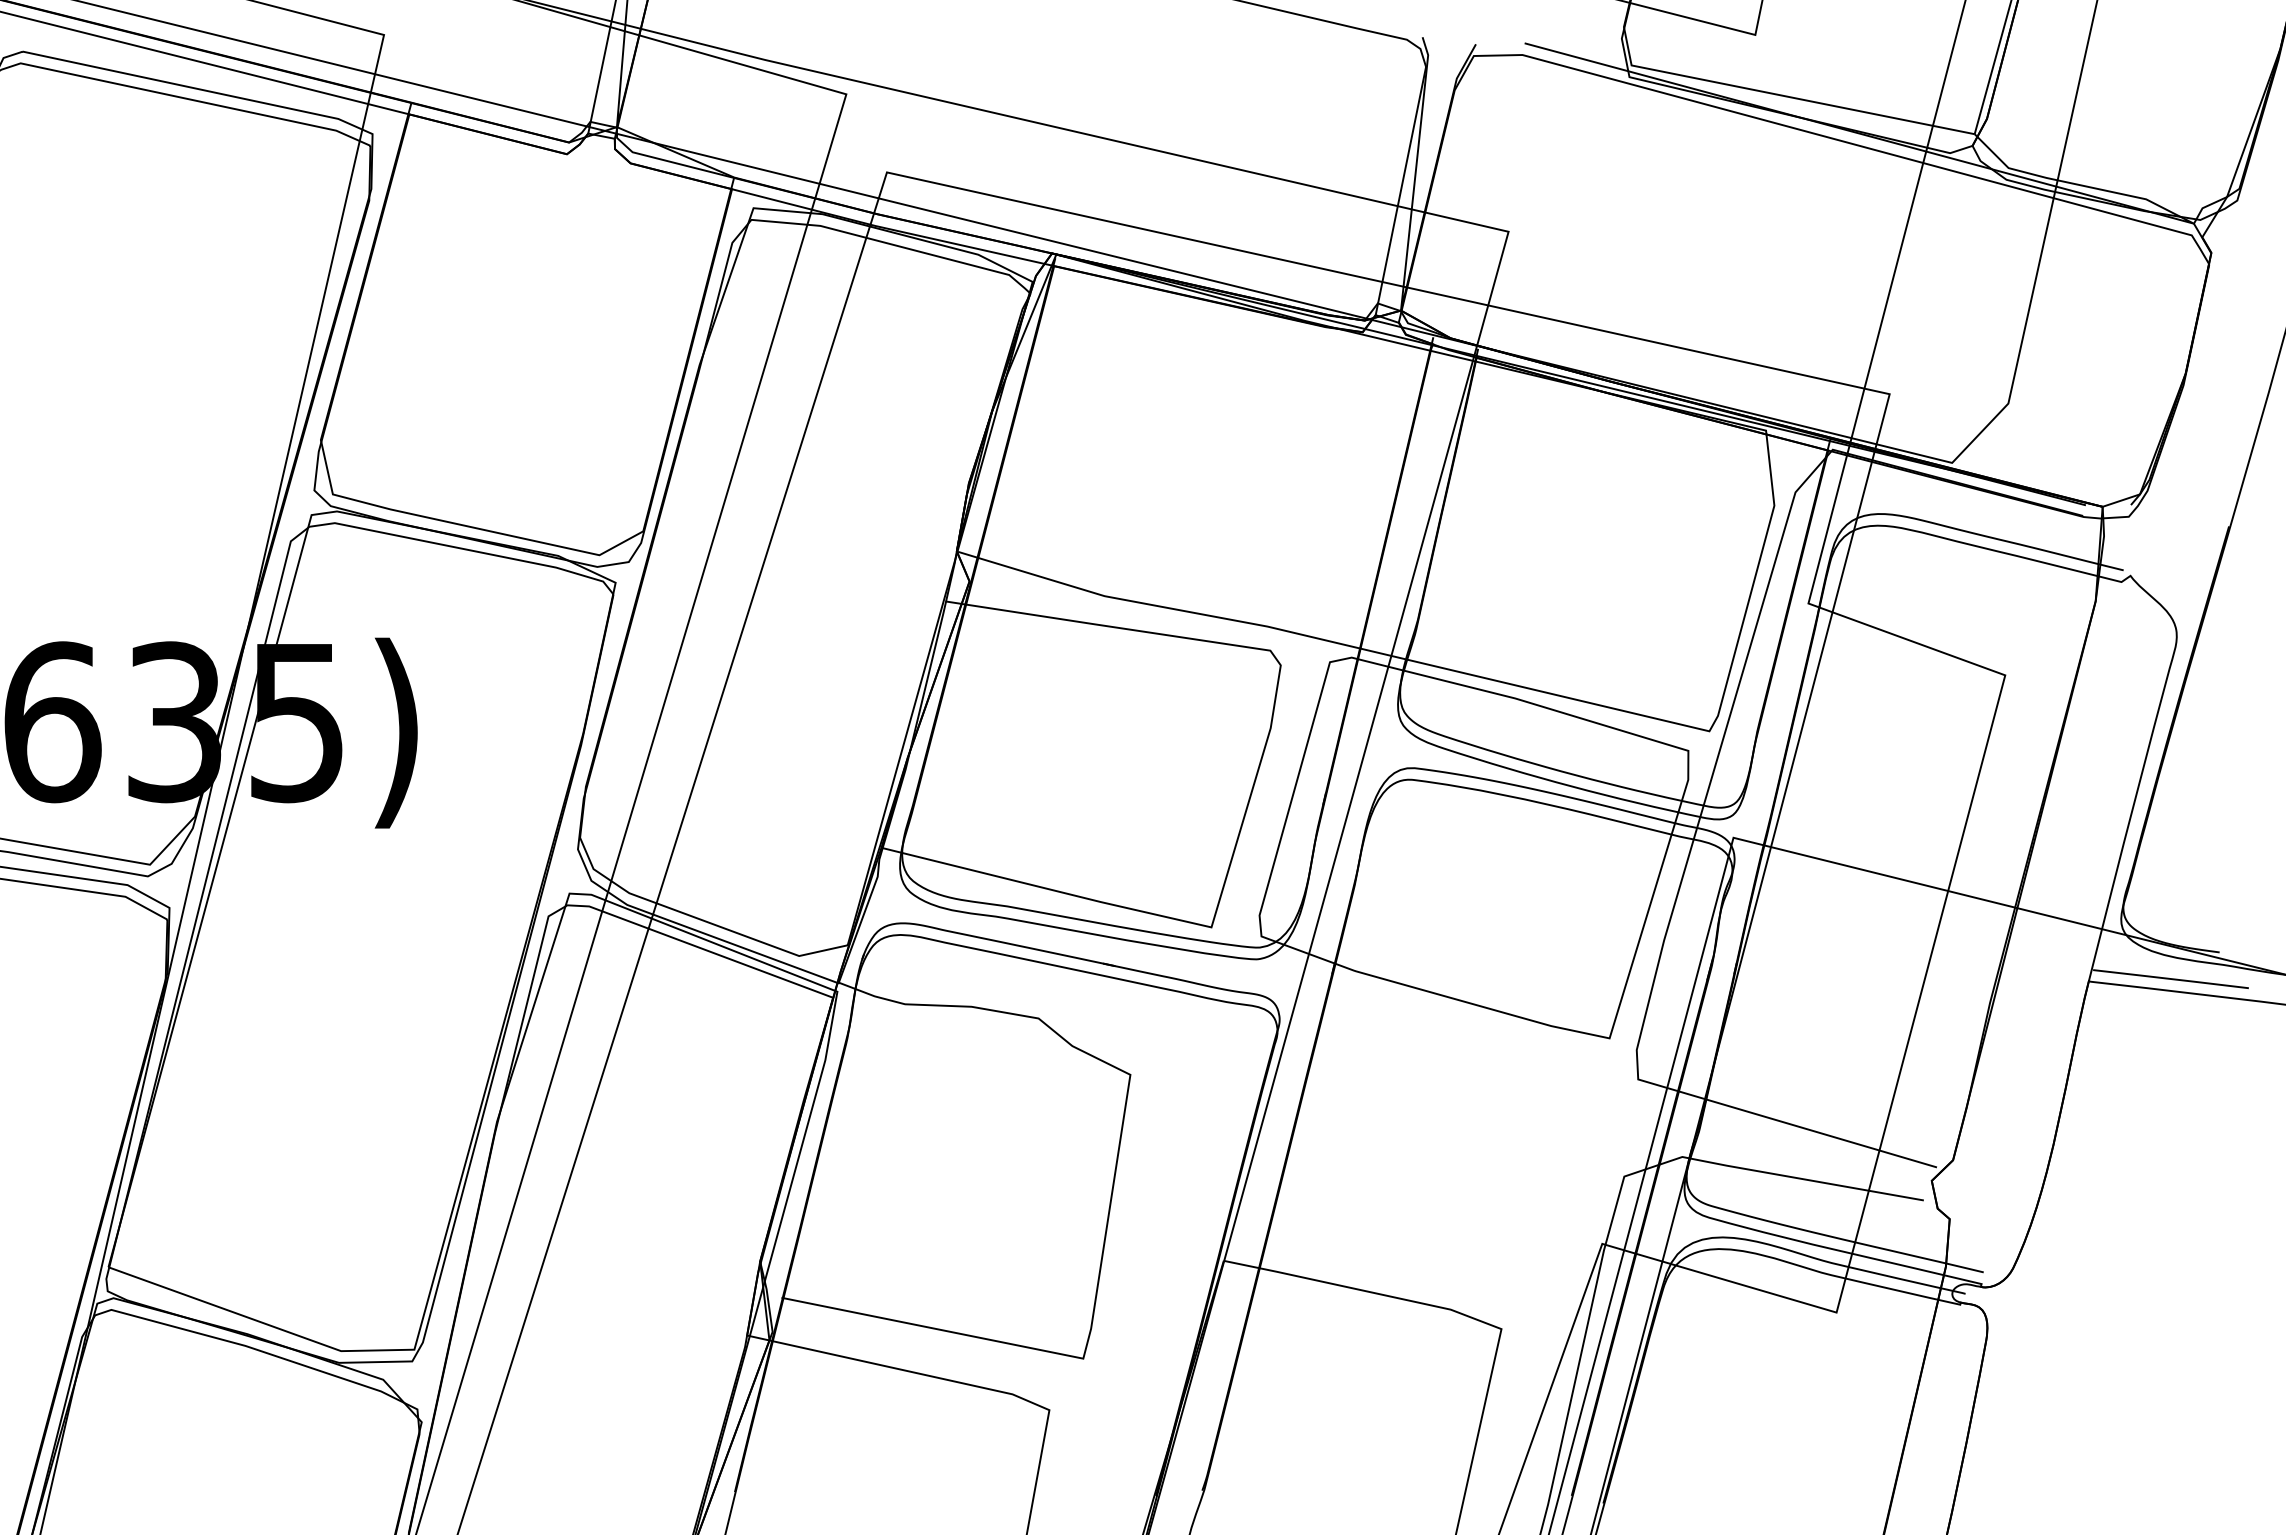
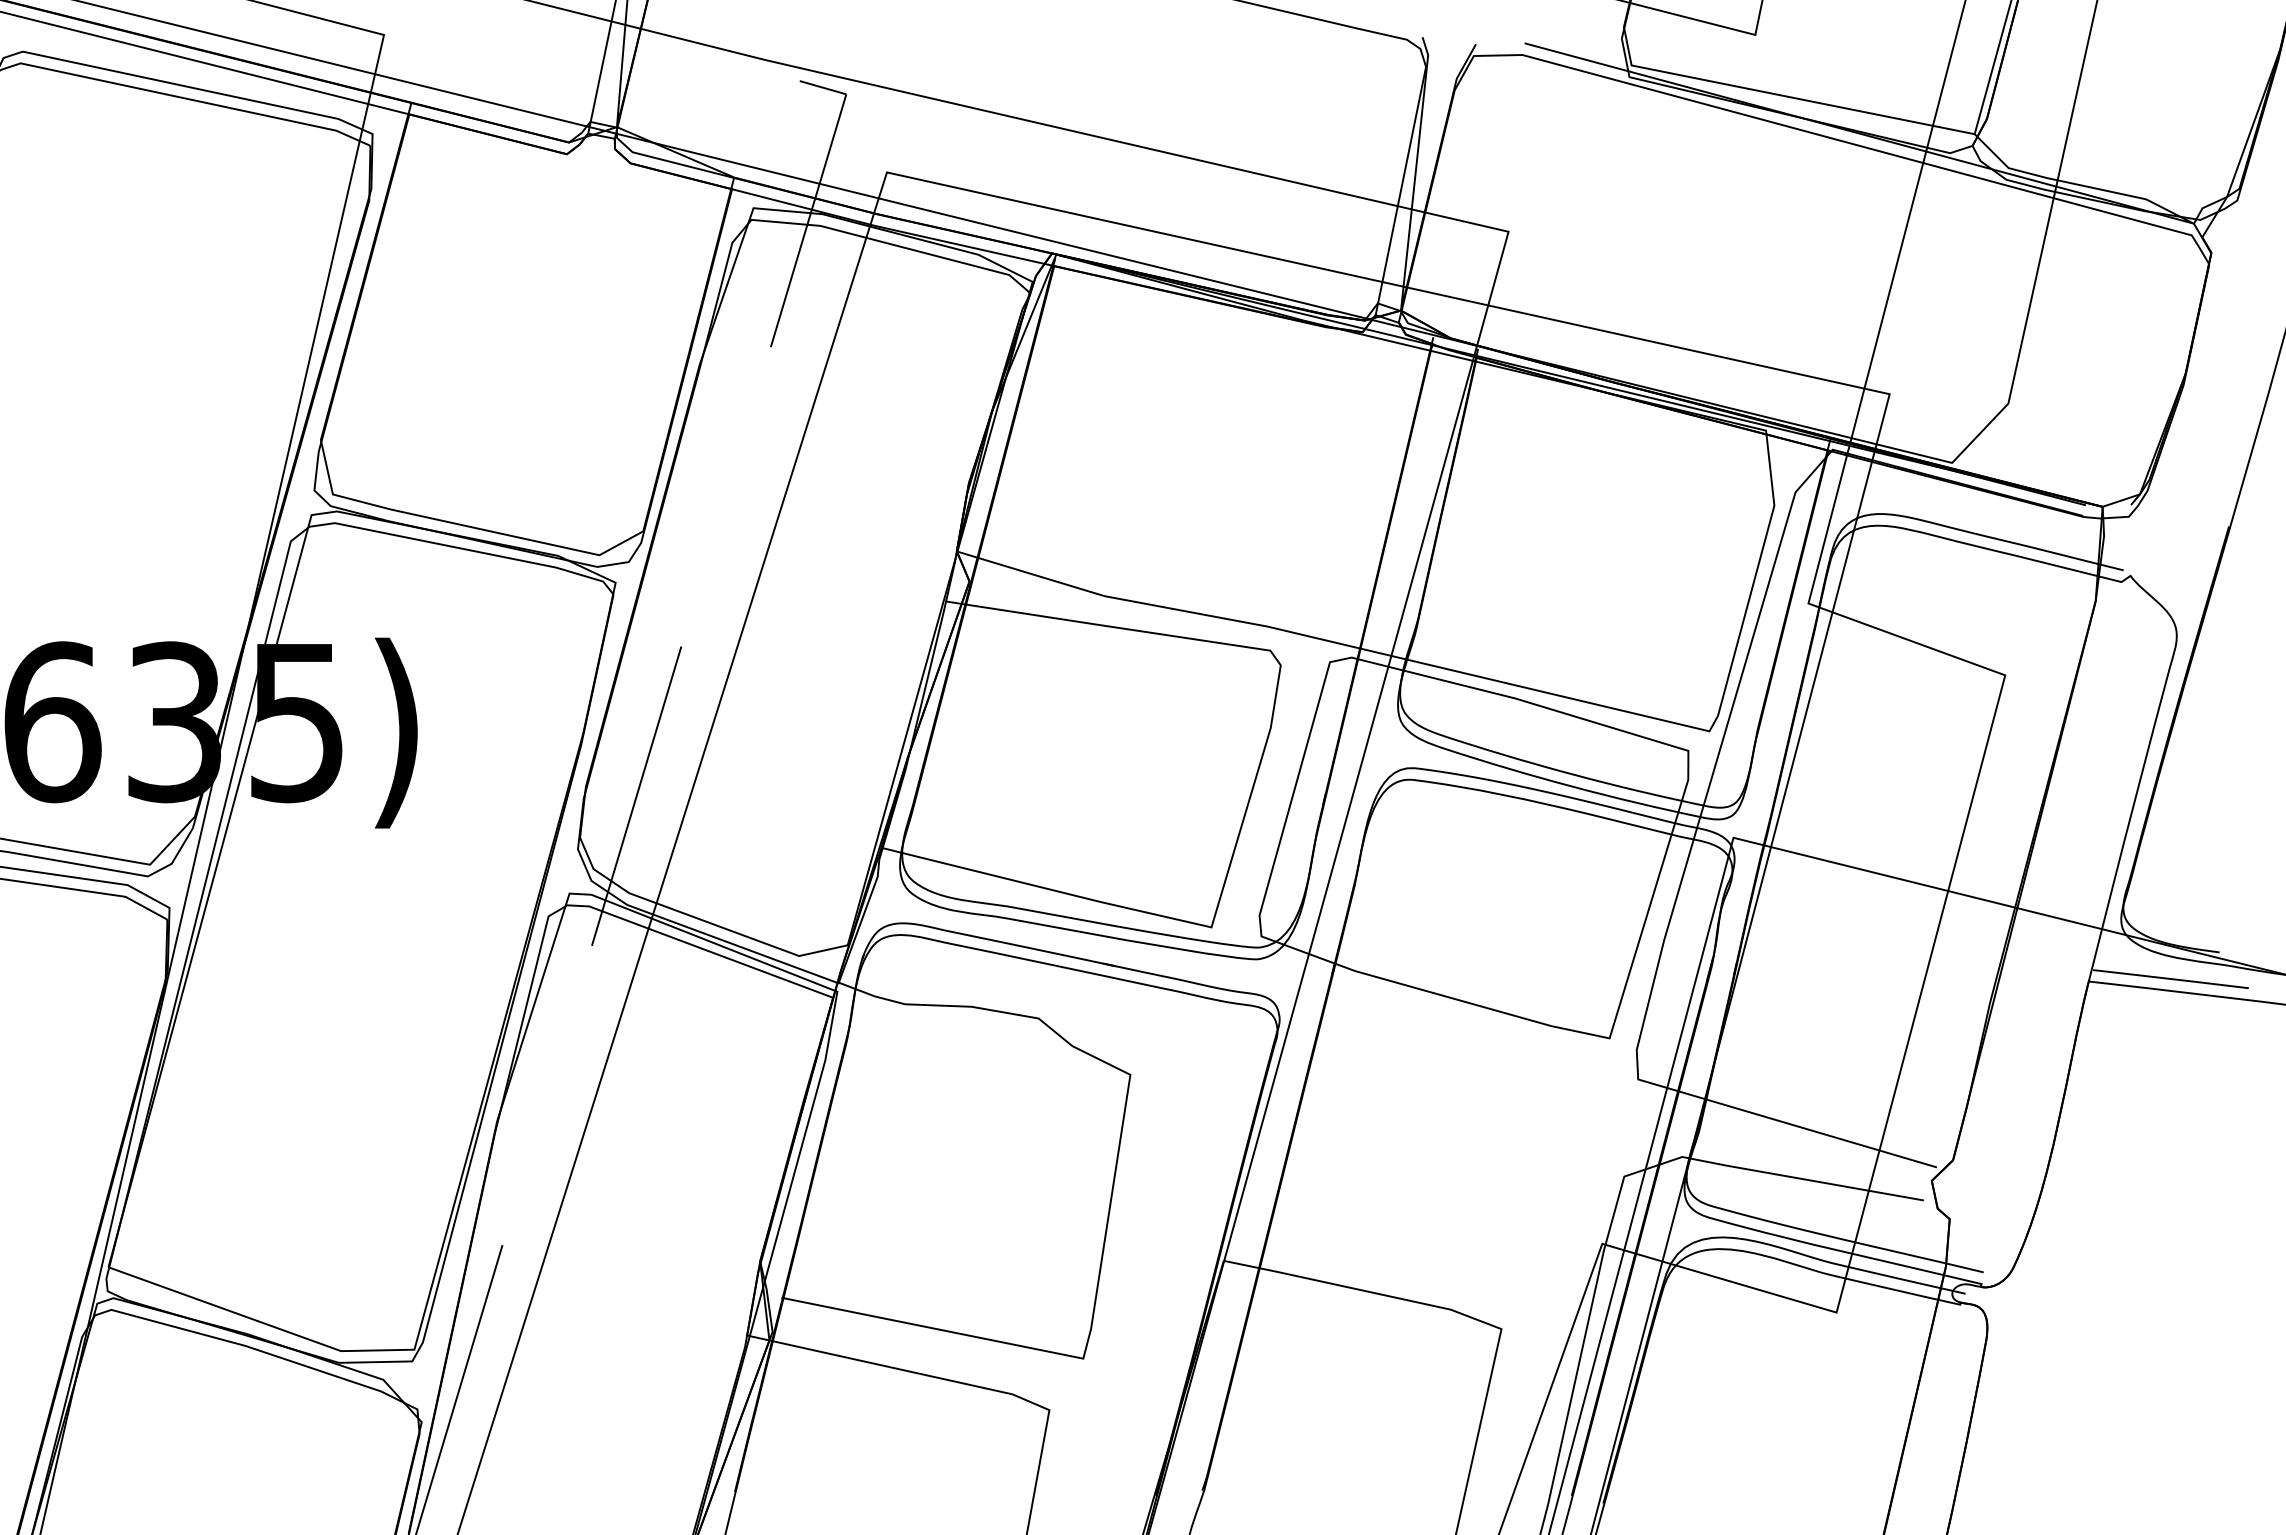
line at (680, 649): solid -> dashed
